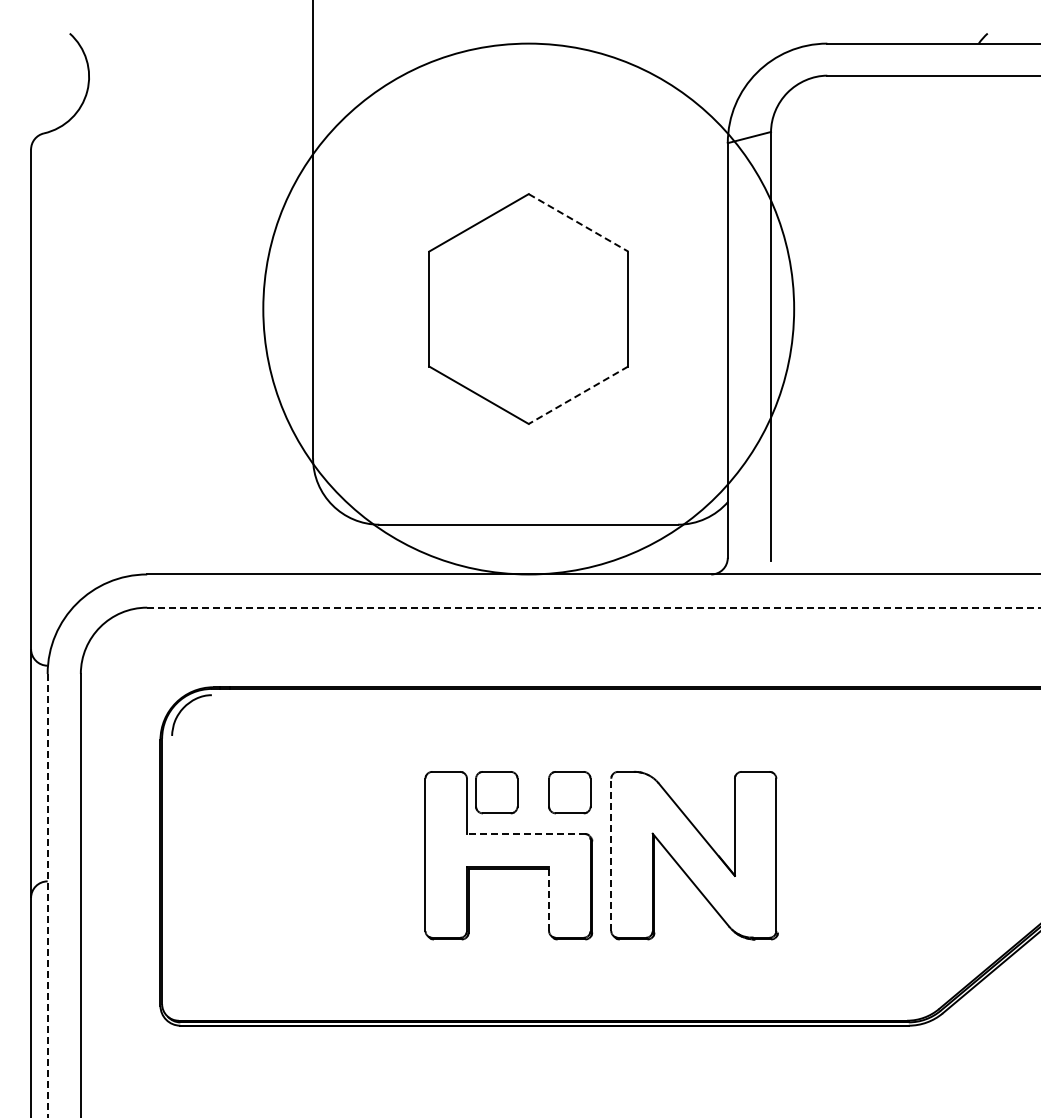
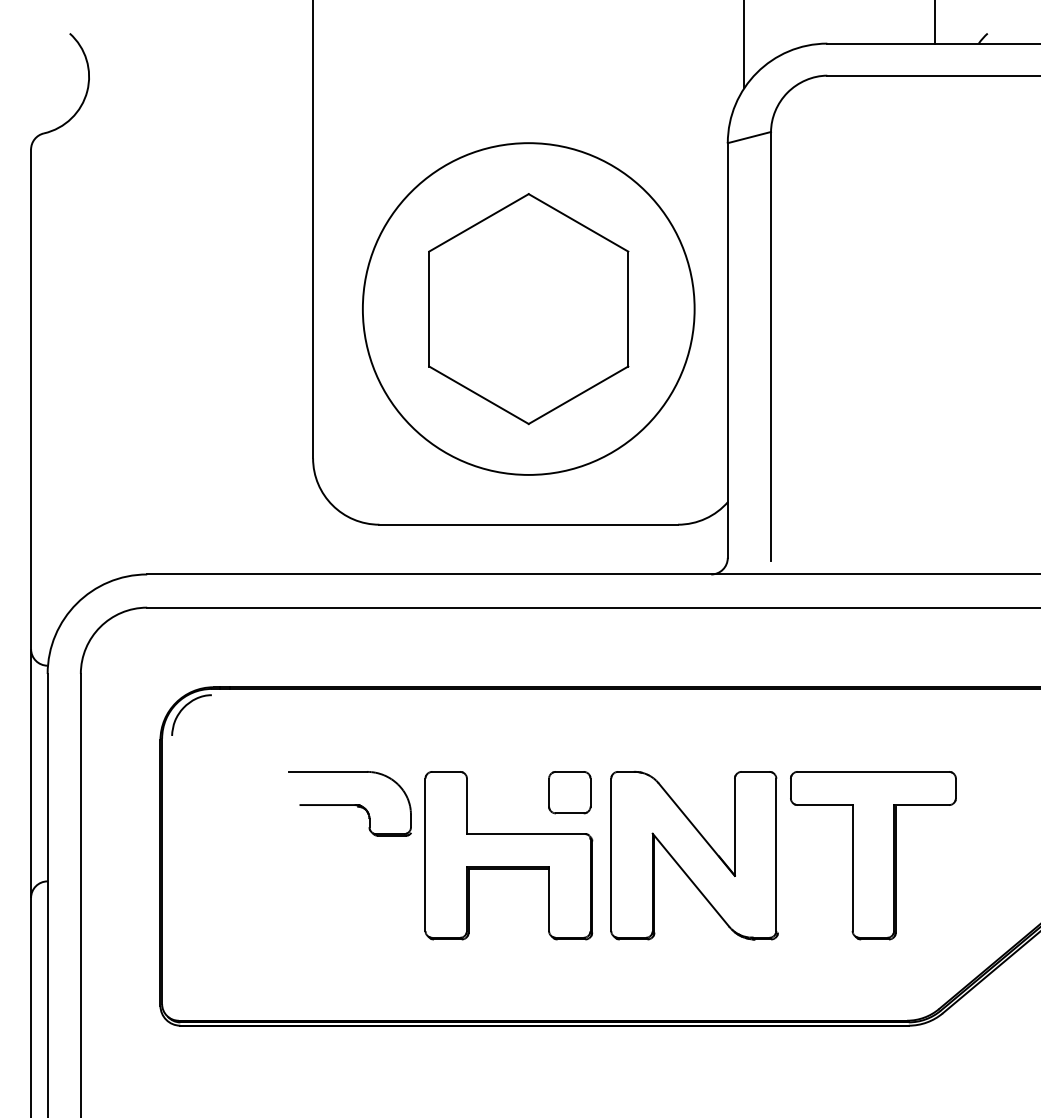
line at (935, 23): none -> present
line at (744, 45): none -> present
line at (578, 223): dashed -> solid
circle at (528, 308) diameter: 531 px -> 332 px
line at (578, 395): dashed -> solid
line at (594, 607): dashed -> solid
part at (496, 792): present -> none
part at (349, 803): none -> present
line at (525, 834): dashed -> solid
line at (611, 854): dashed -> solid
part at (873, 855): none -> present
line at (47, 895): dashed -> solid
line at (549, 899): dashed -> solid
